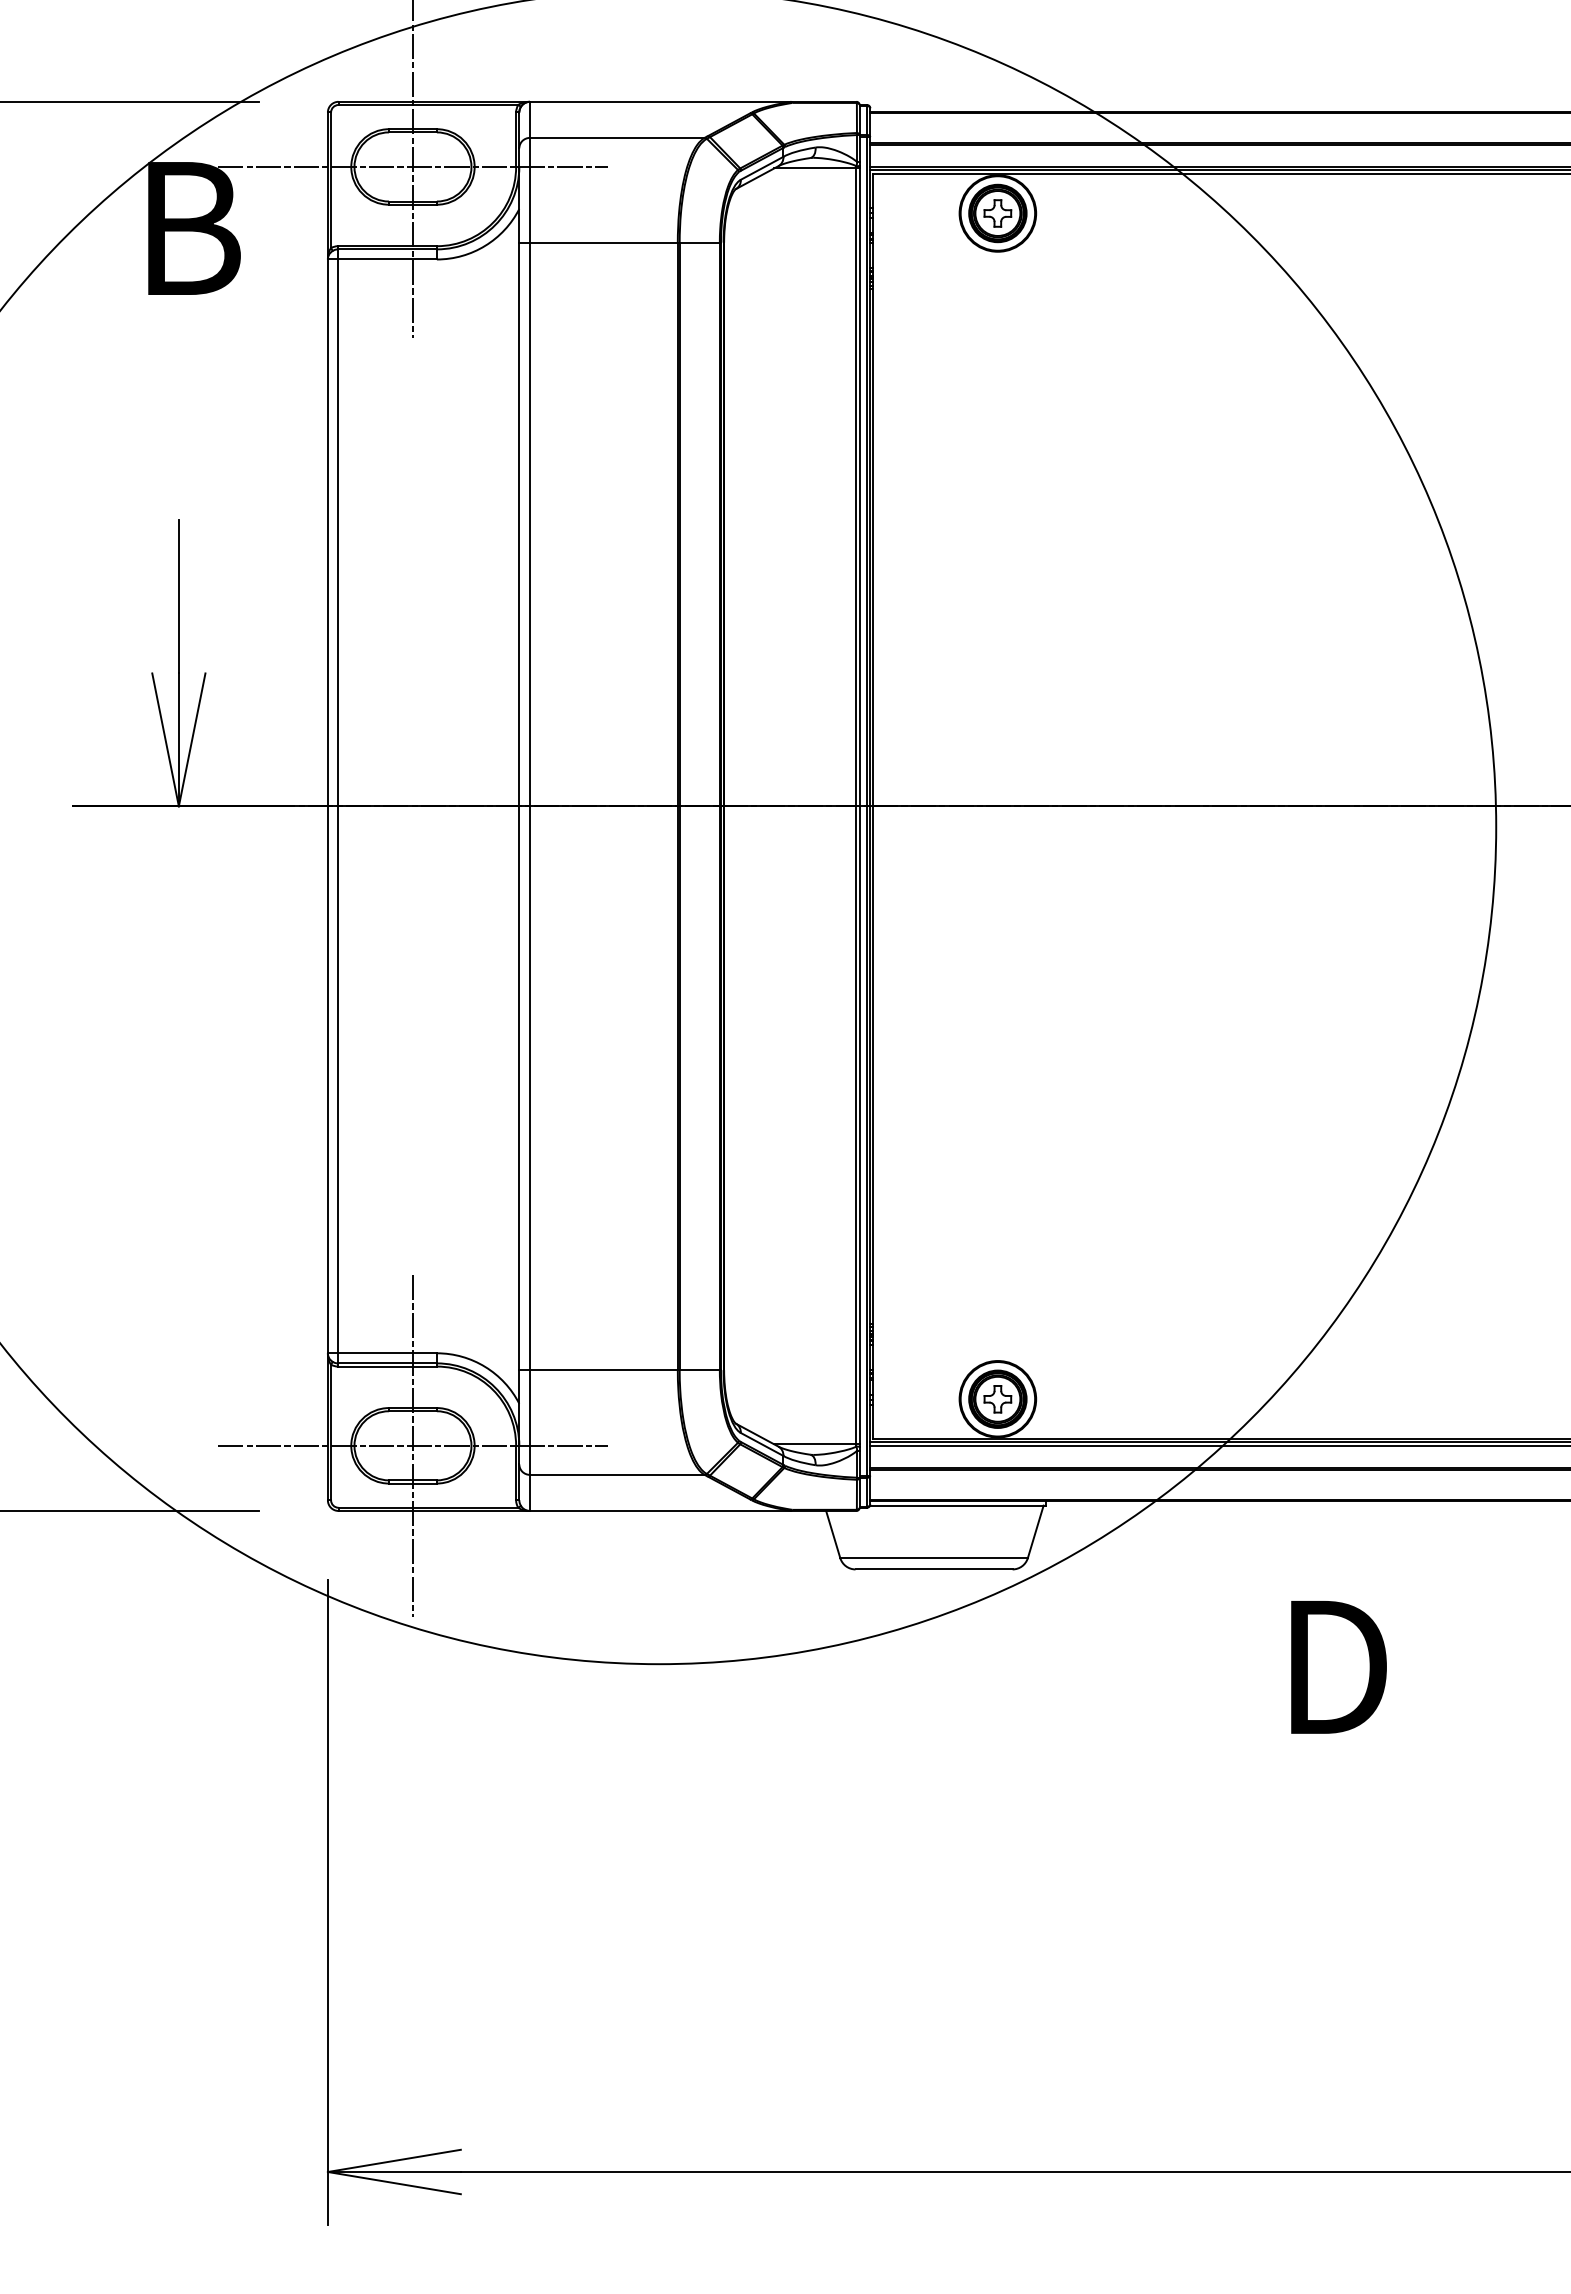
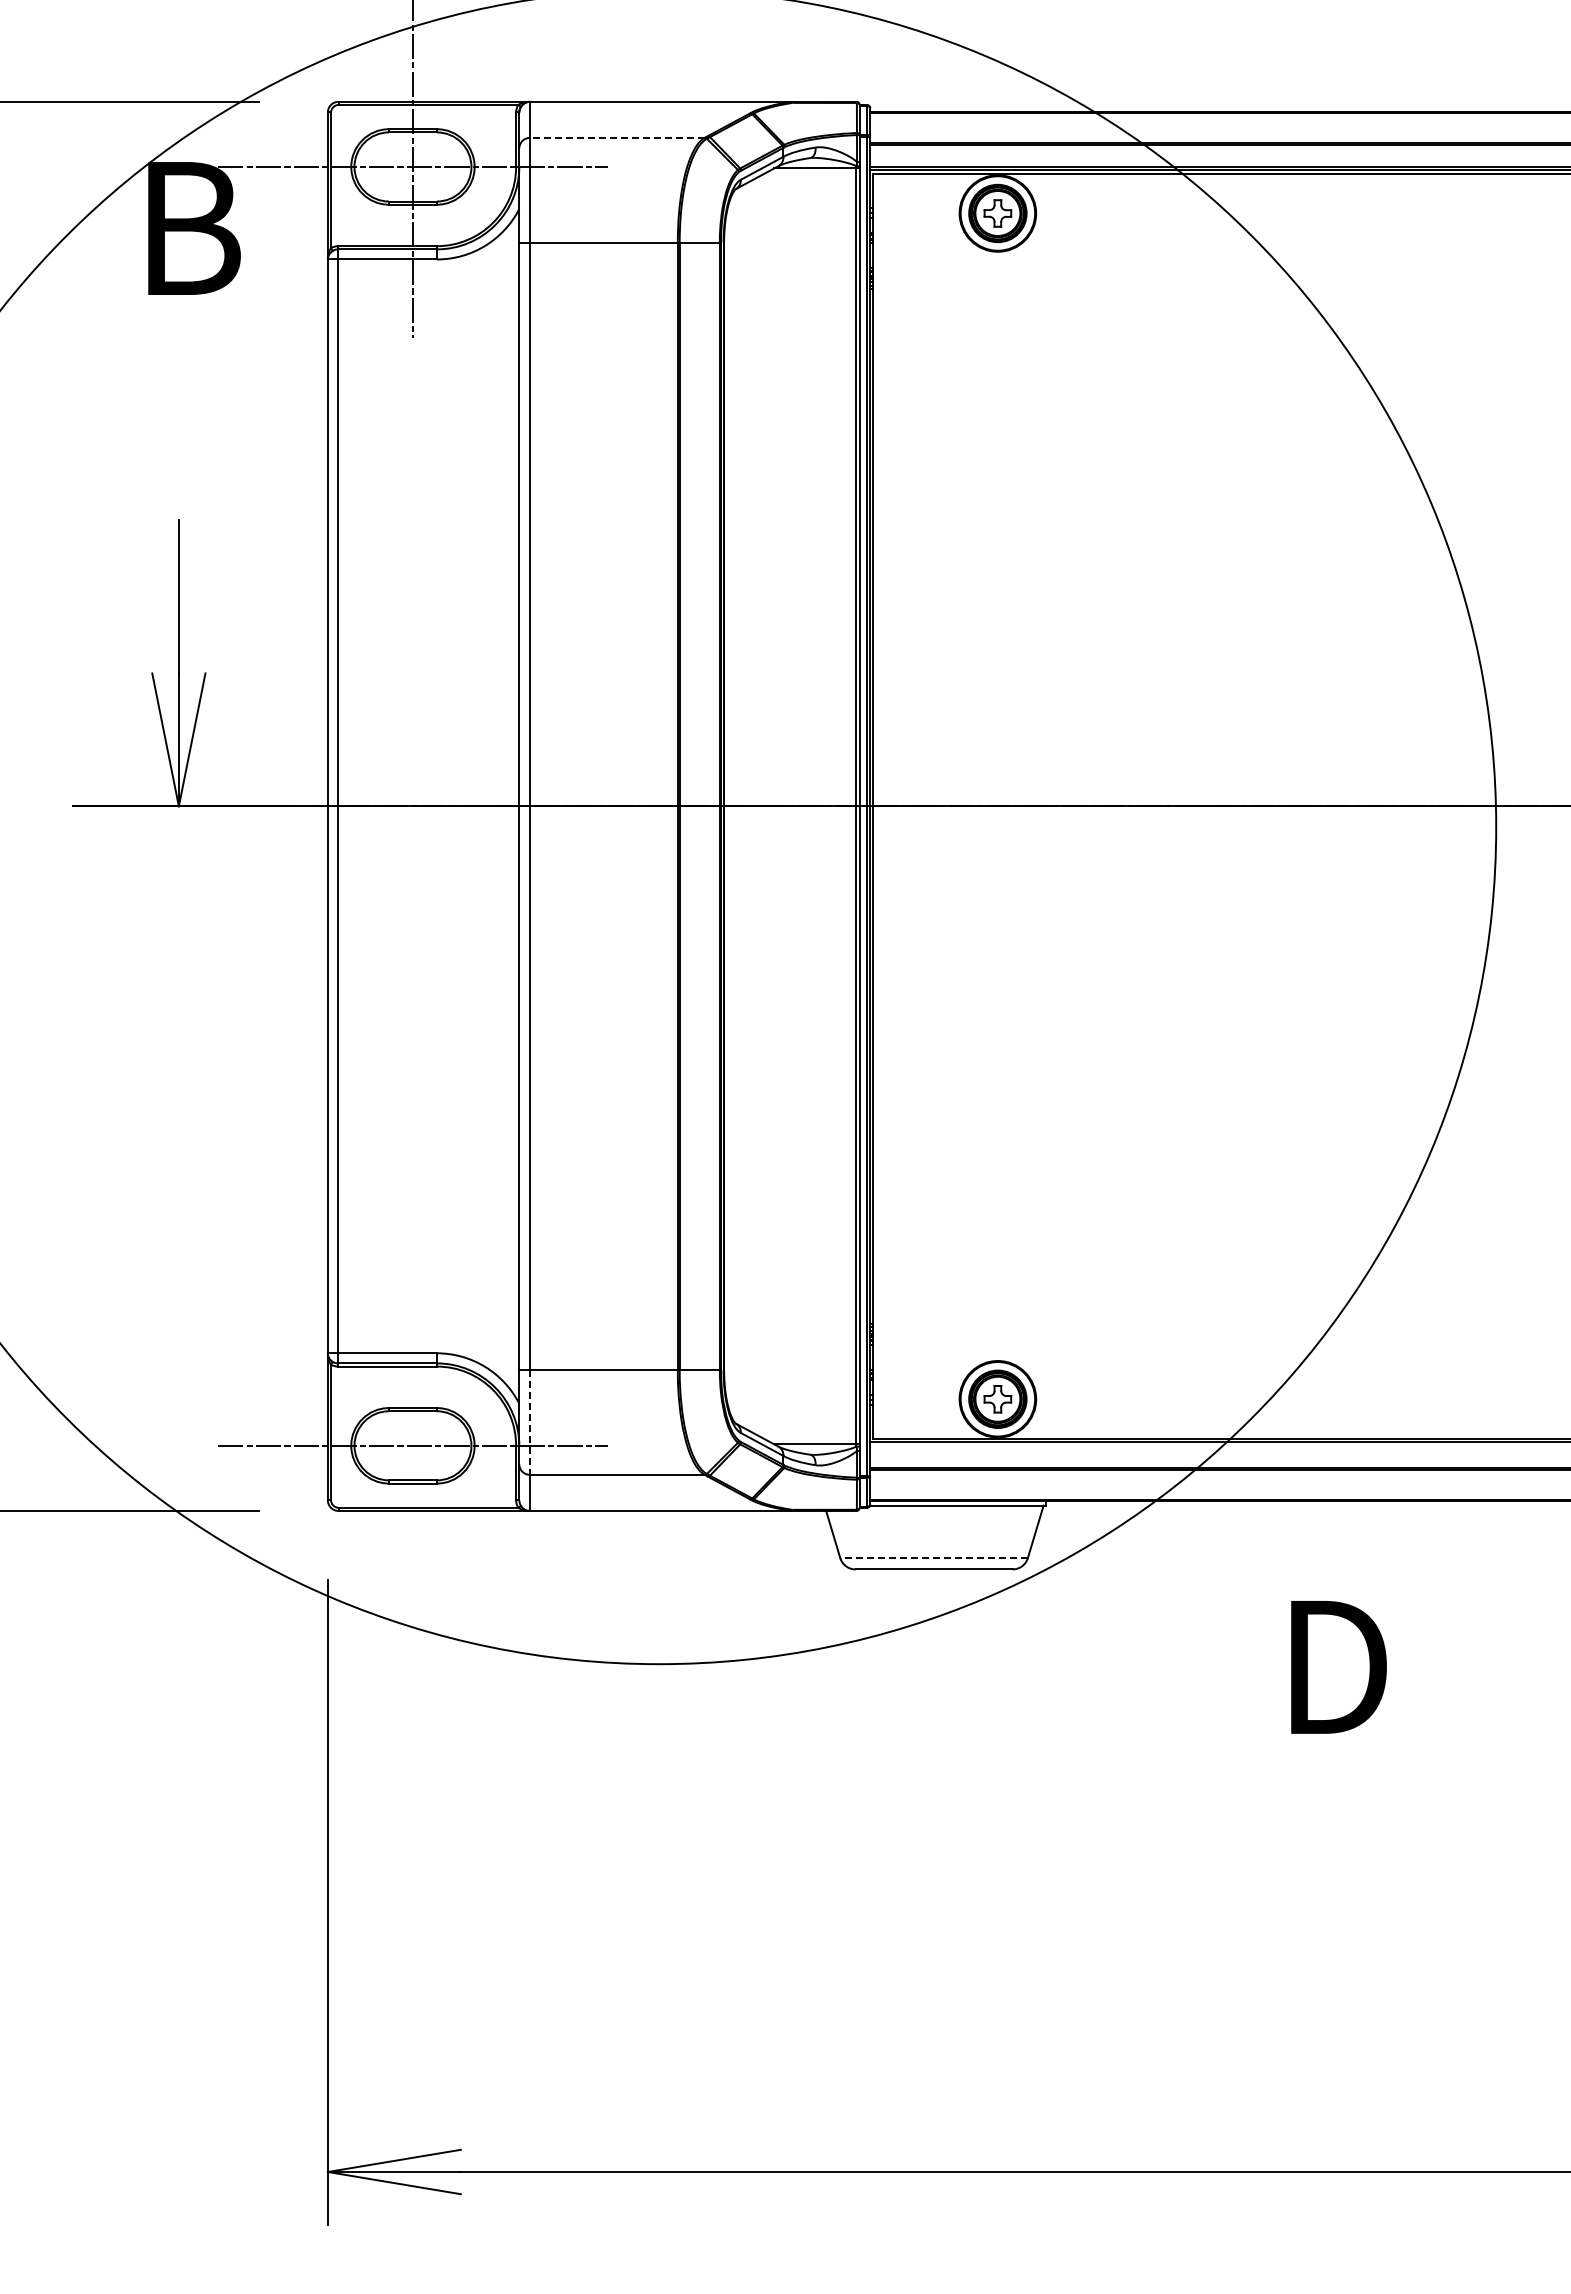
line at (616, 137): solid -> dashed
line at (529, 1423): solid -> dashed
line at (412, 1445): present -> none
line at (1218, 1445): present -> none
line at (934, 1558): solid -> dashed
